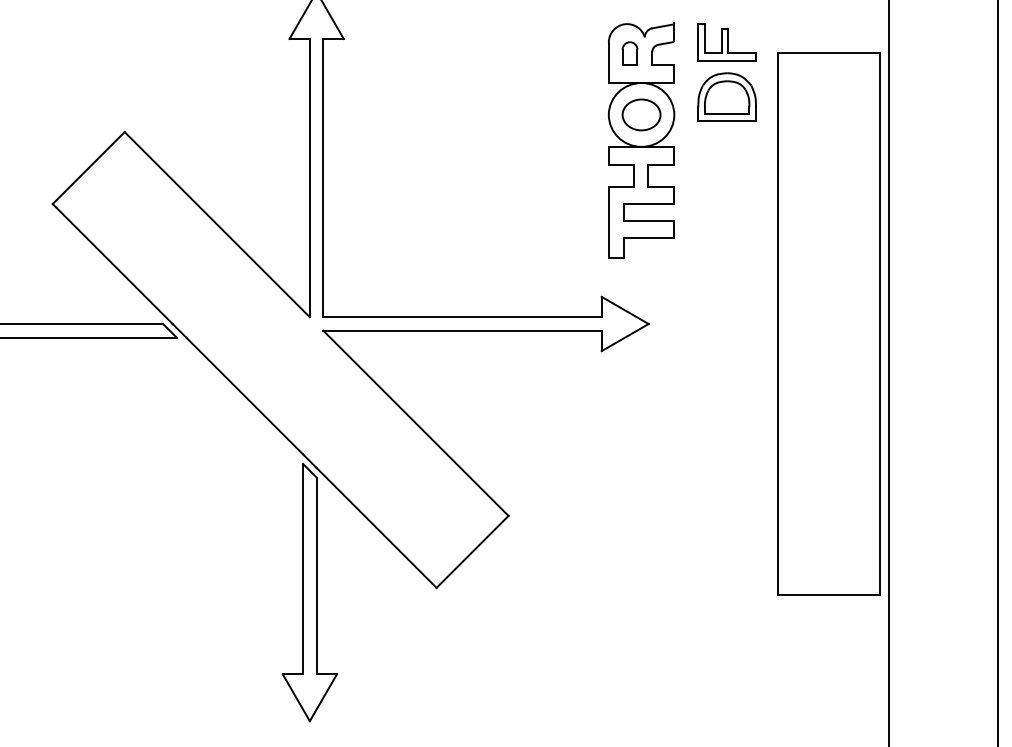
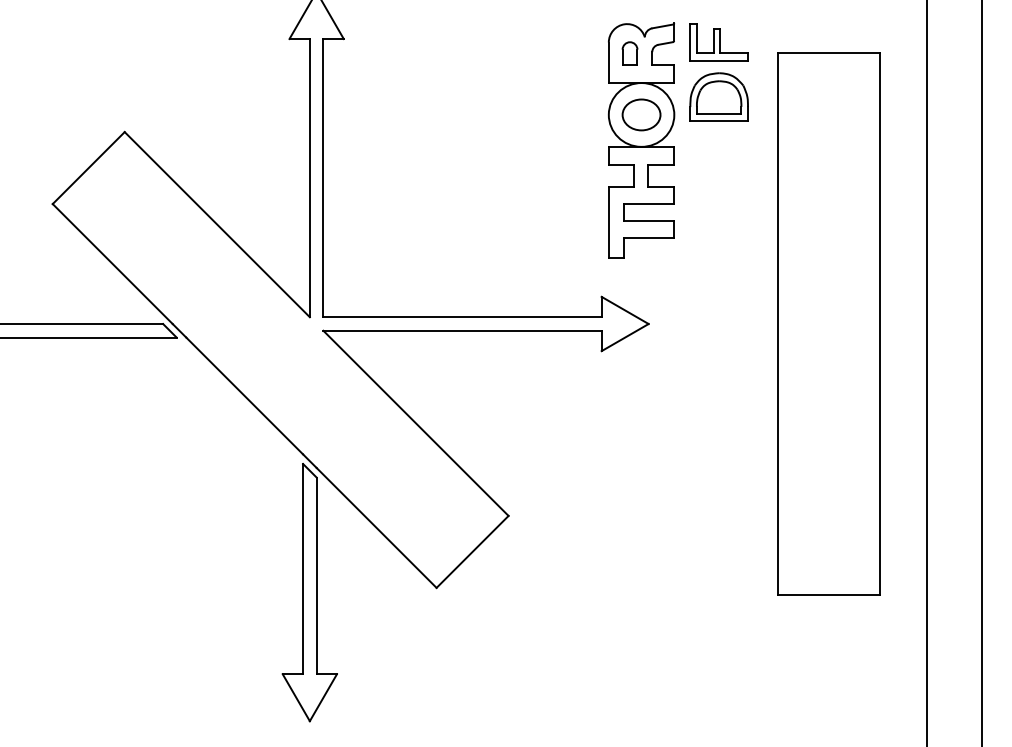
part at (726, 42) position: (726, 42) -> (718, 42)
part at (726, 96) position: (726, 96) -> (718, 96)
line at (889, 372) position: (889, 372) -> (927, 372)
line at (997, 372) position: (997, 372) -> (981, 372)
